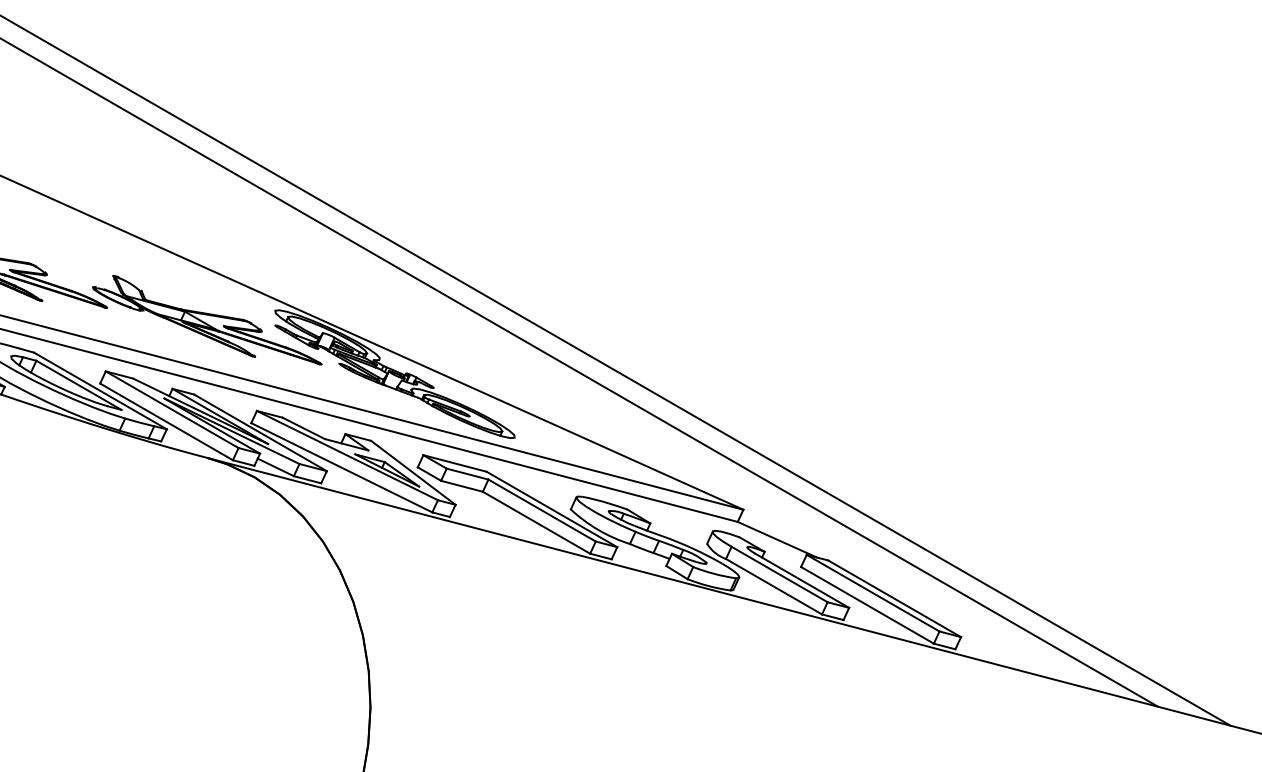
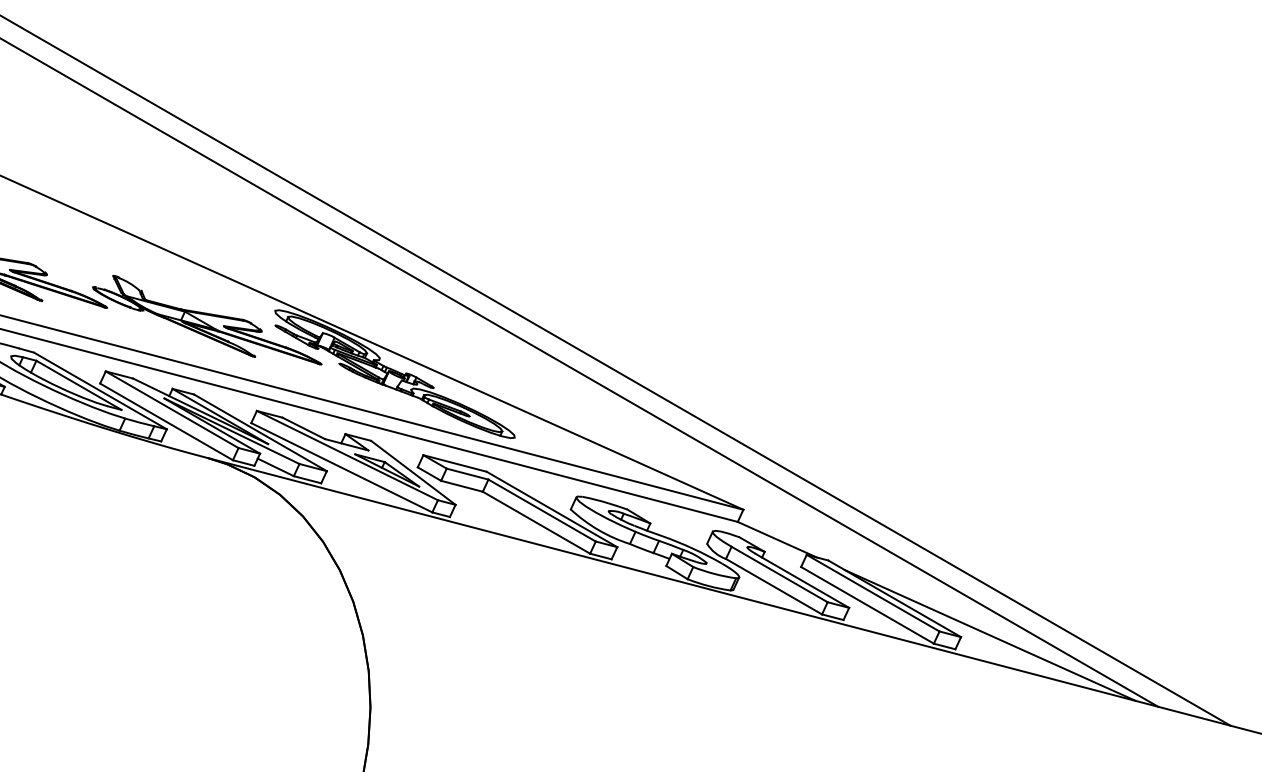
line at (990, 635): none -> present
